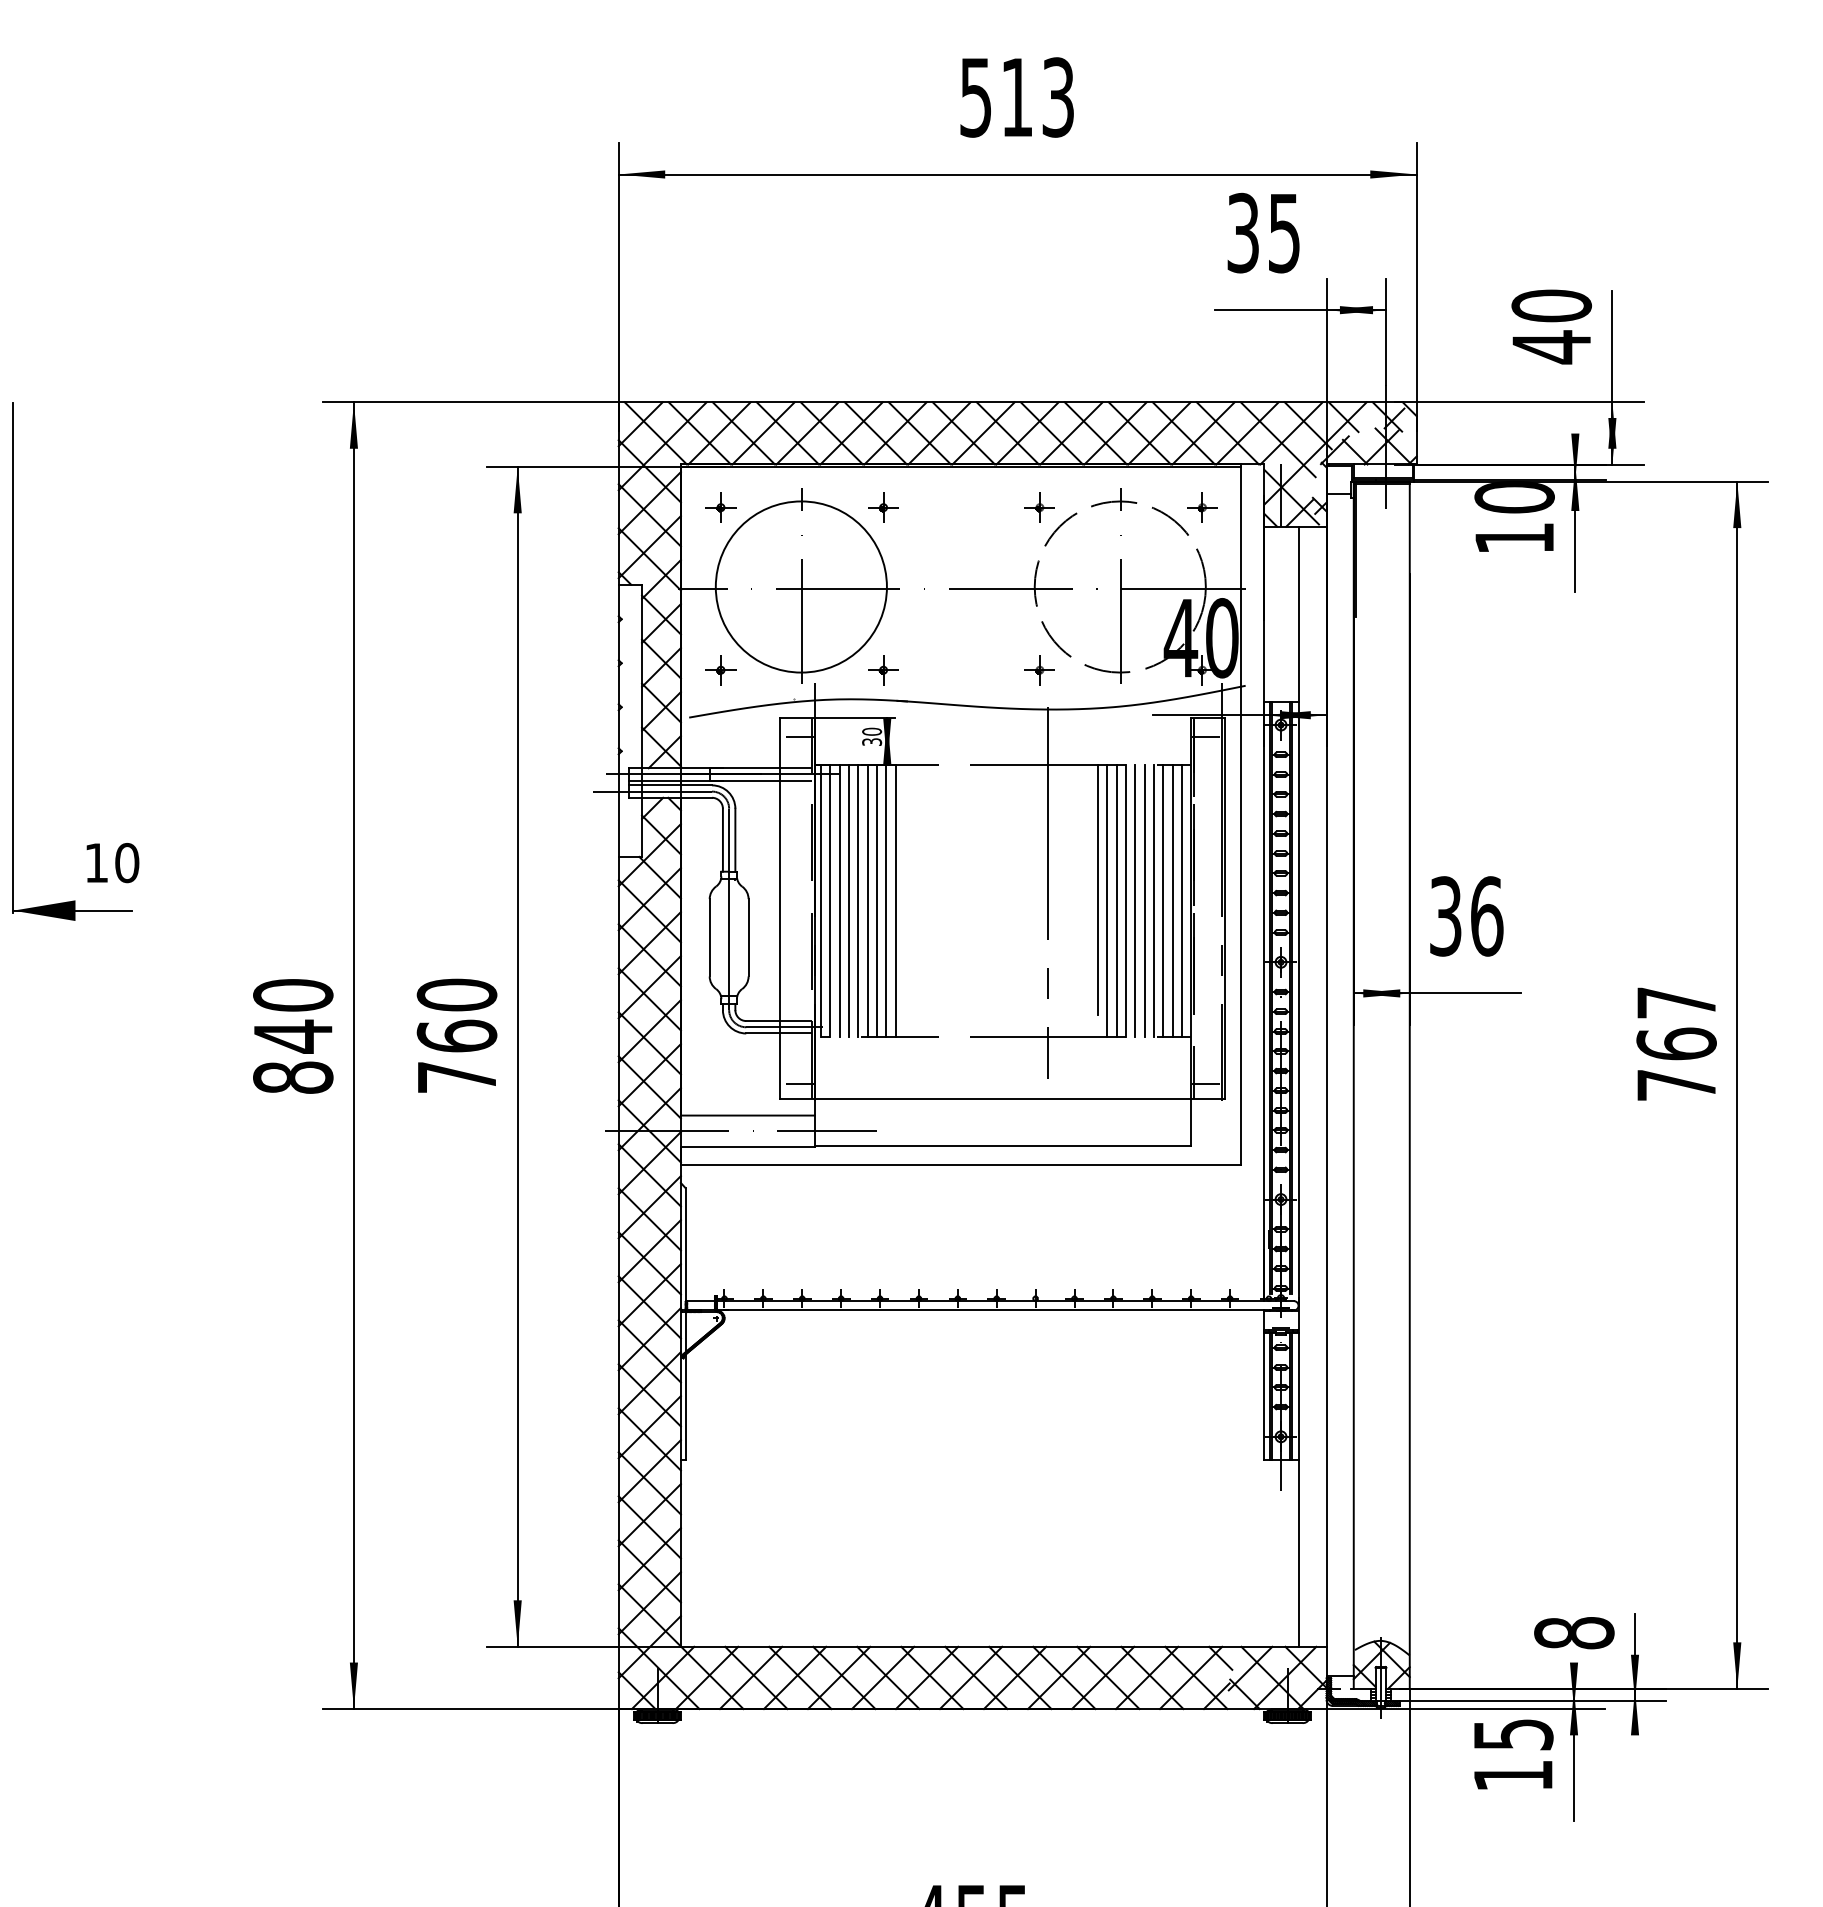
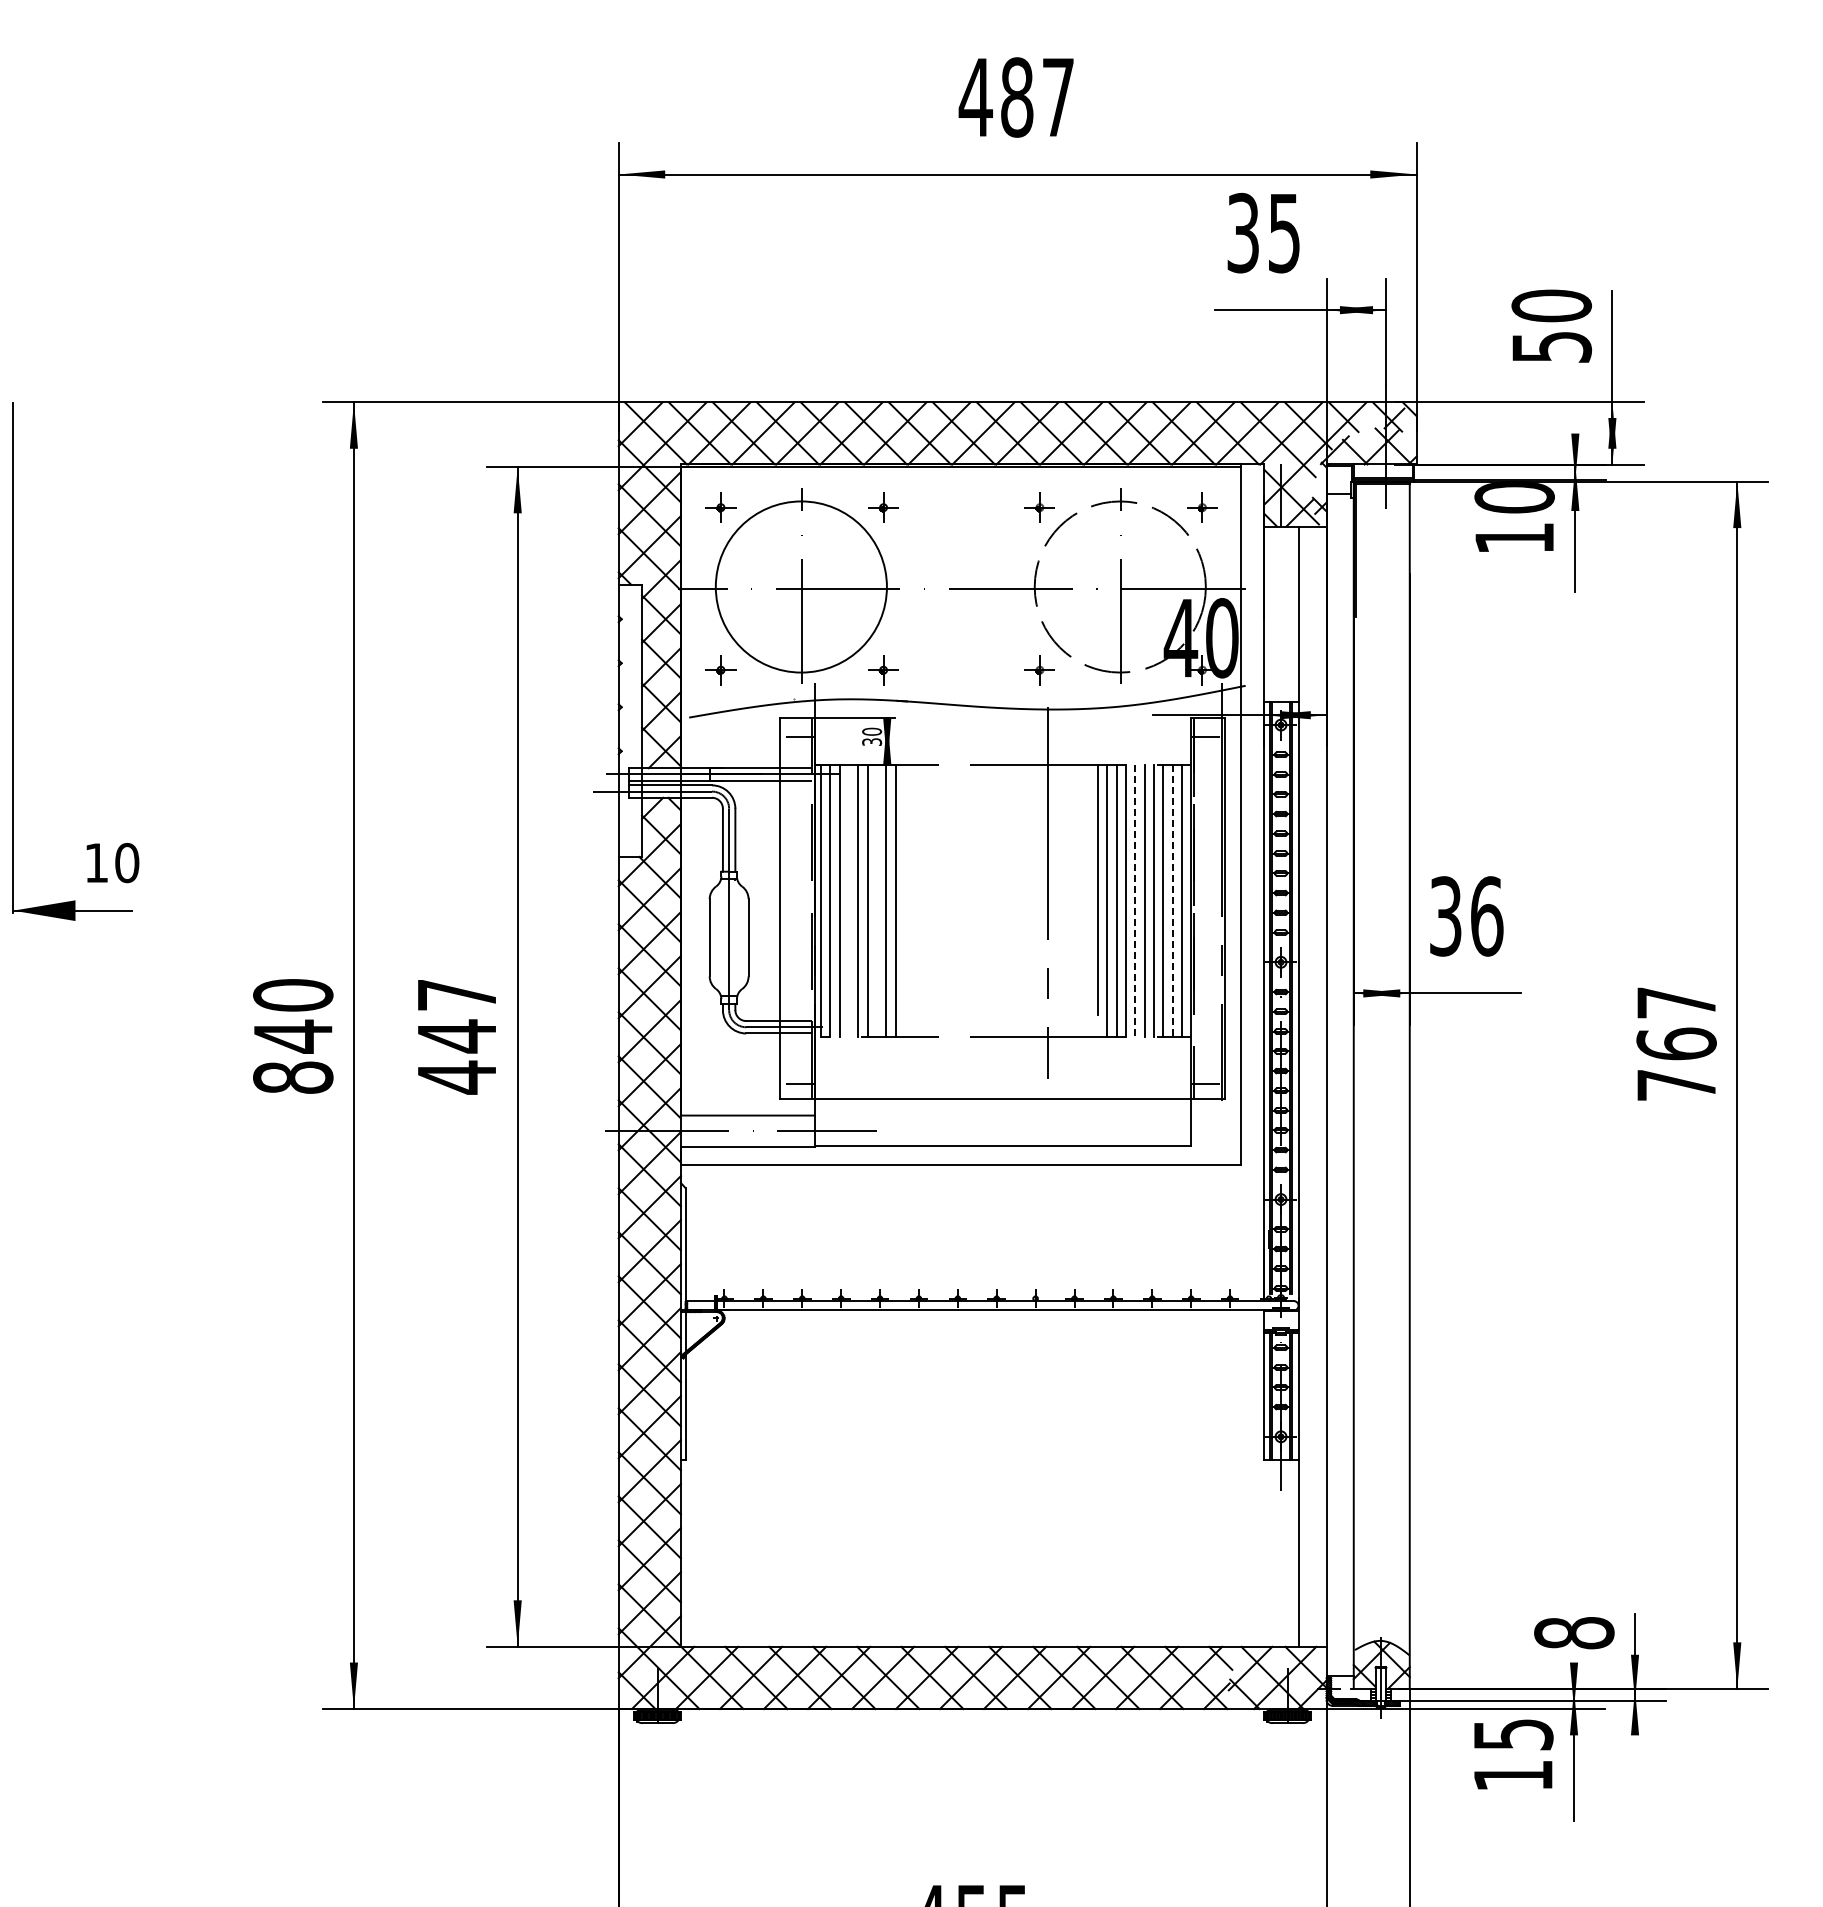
text at (1015, 97): 513 -> 487
text at (1552, 347): 40 -> 50
line at (848, 900): present -> none
line at (876, 900): present -> none
line at (1135, 901): solid -> dashed
line at (1172, 901): solid -> dashed
text at (456, 1036): 760 -> 447
